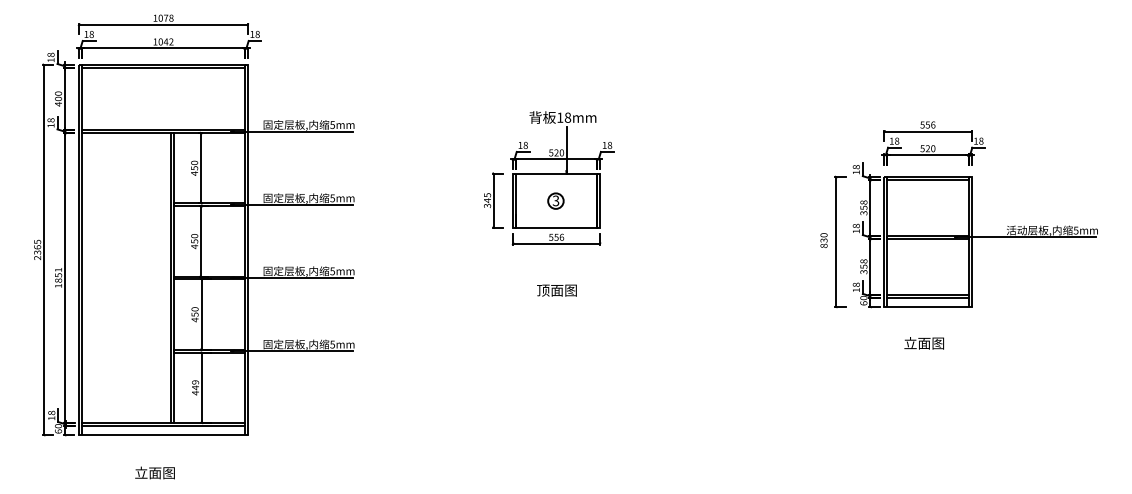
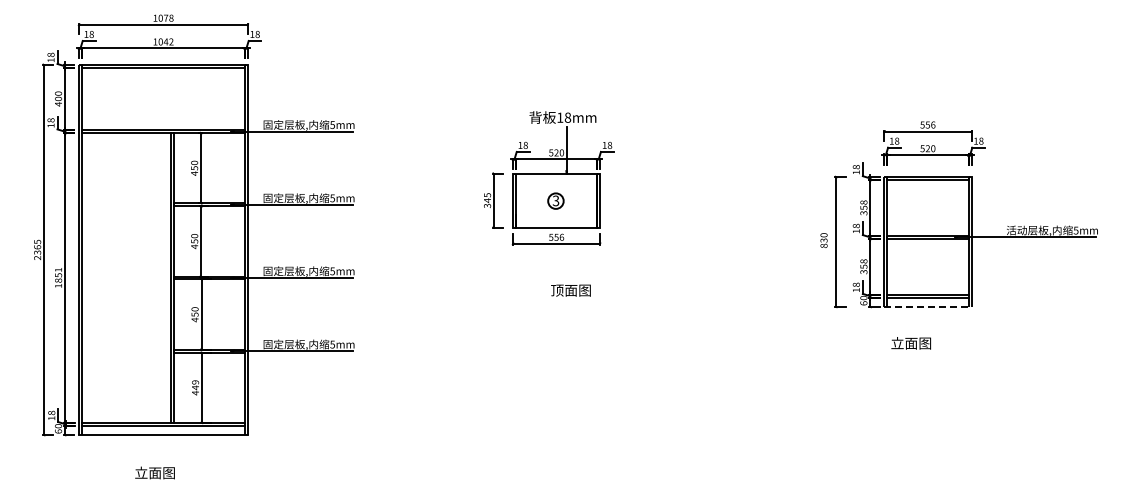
text at (556, 290) position: (556, 290) -> (570, 290)
line at (927, 306): solid -> dashed
text at (923, 343) position: (923, 343) -> (910, 343)
